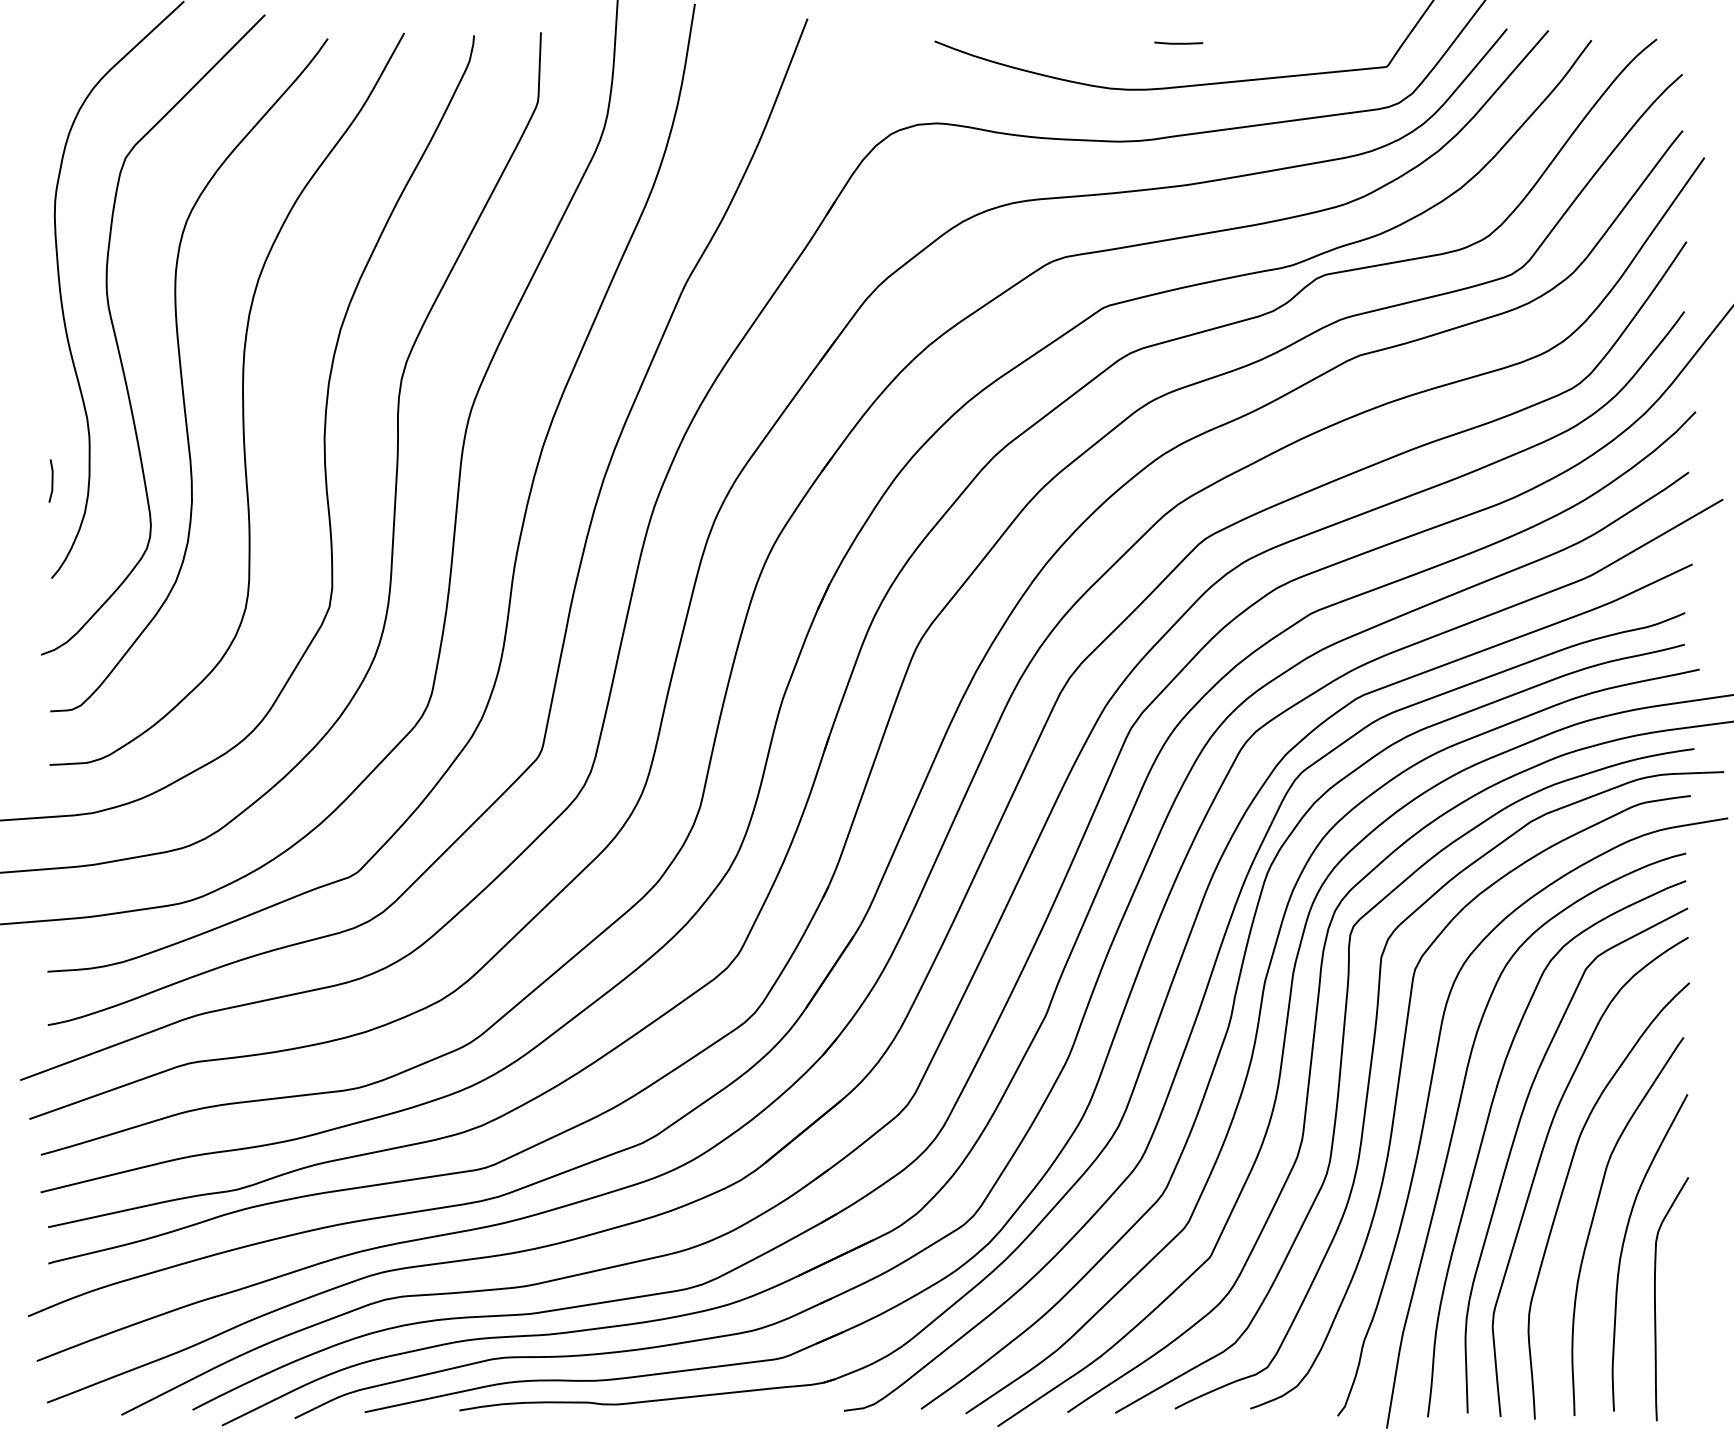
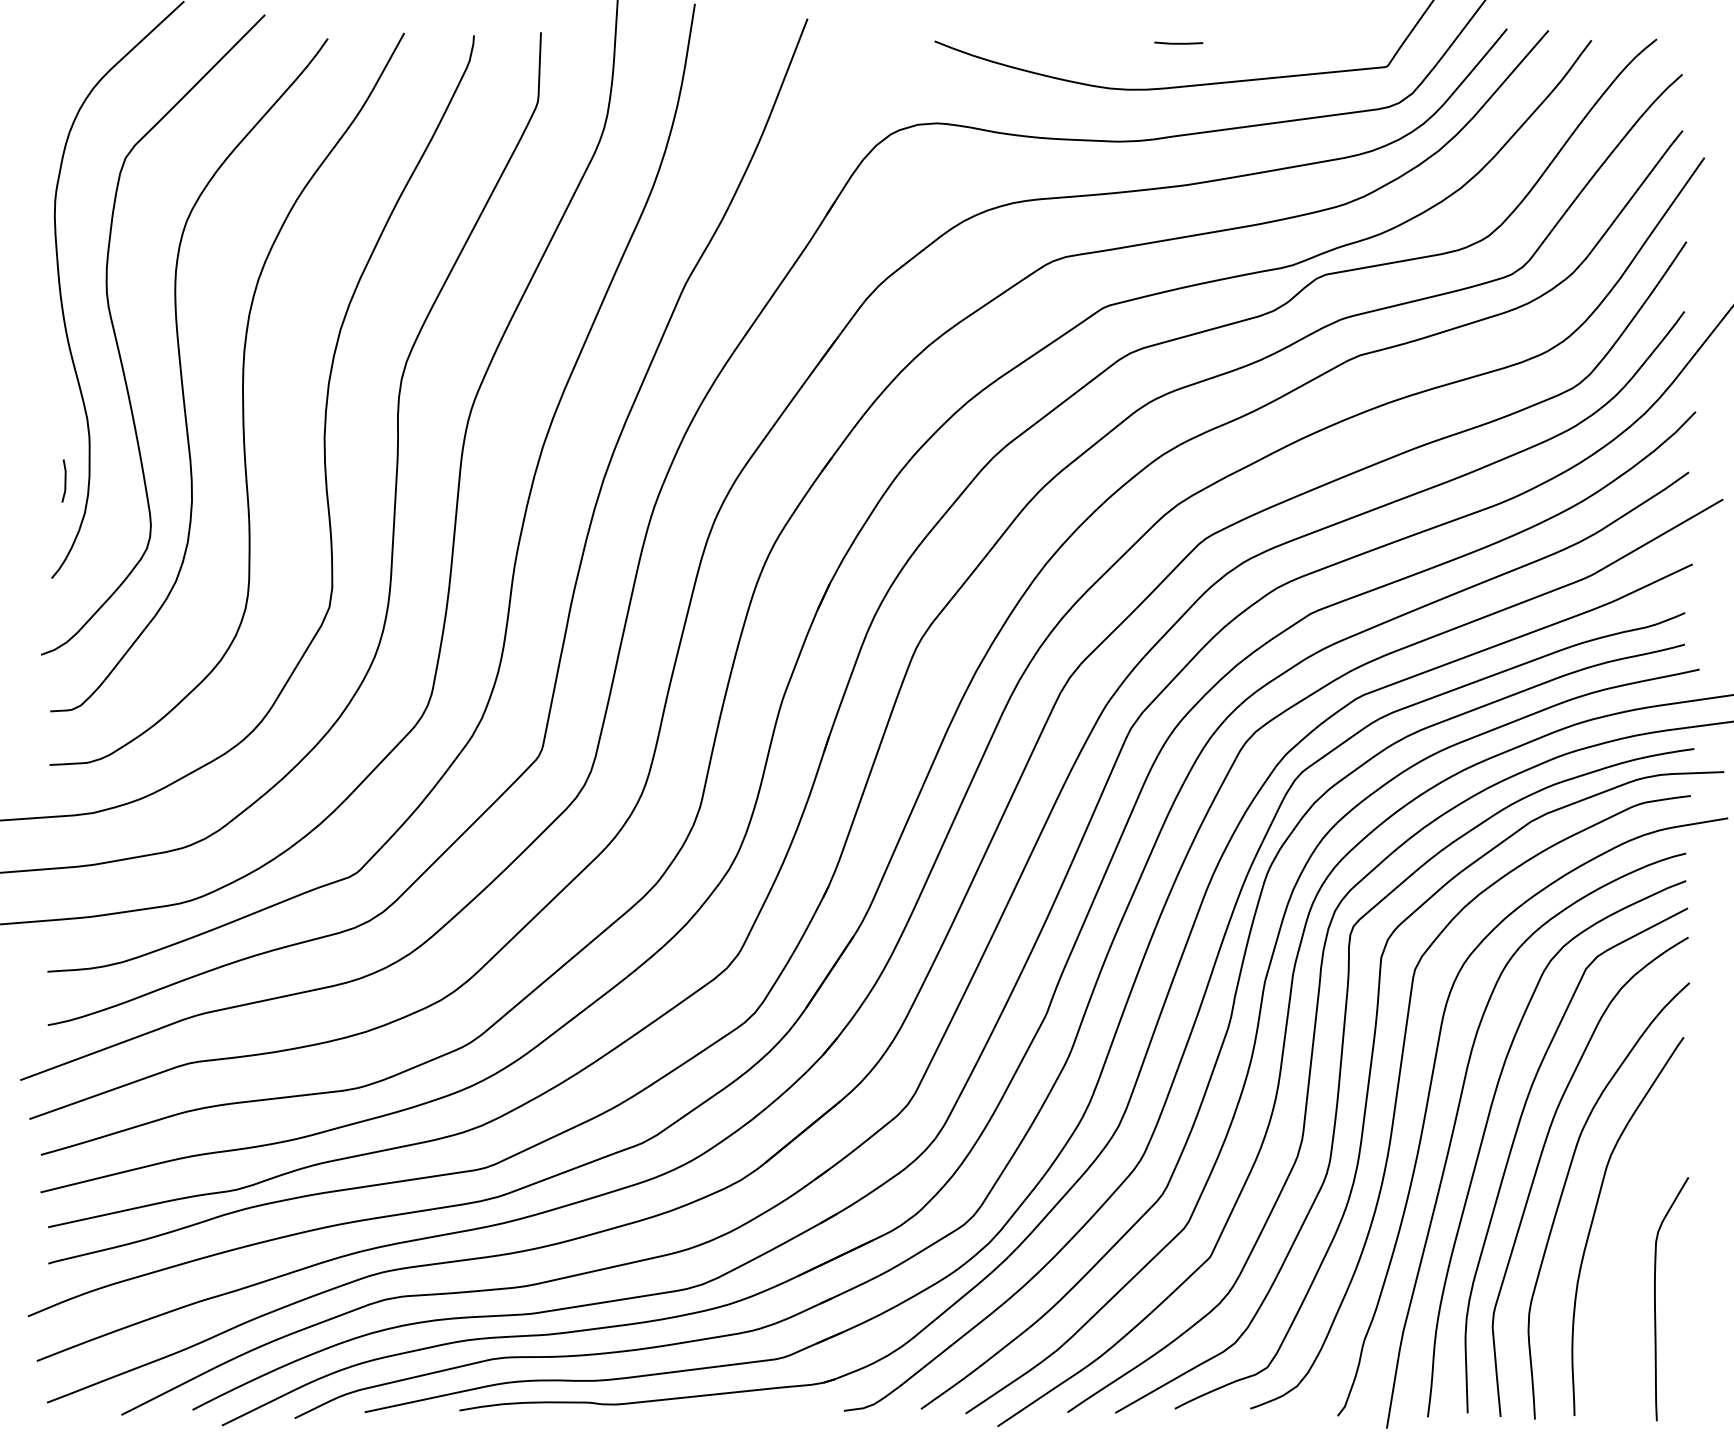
line at (51, 480) position: (51, 480) -> (64, 480)
curve at (1623, 1248): present -> none
